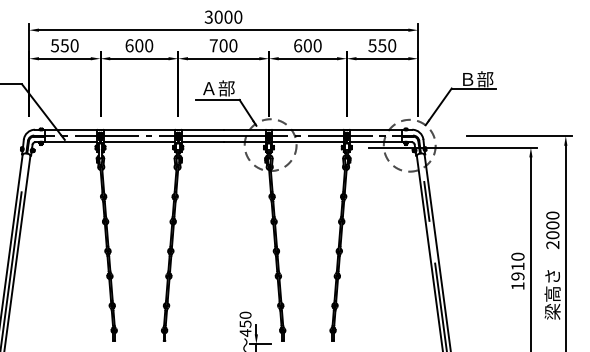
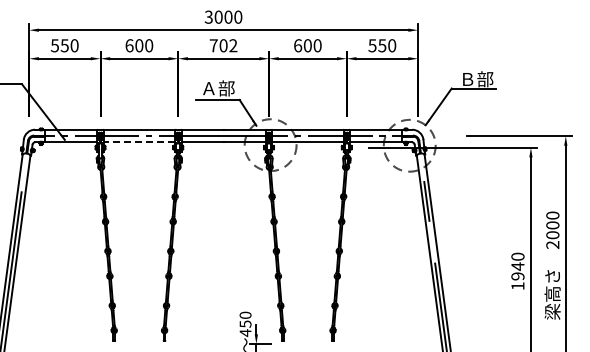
text at (233, 45): 700 -> 702
line at (139, 141): solid -> dashed
text at (517, 266): 1910 -> 1940
